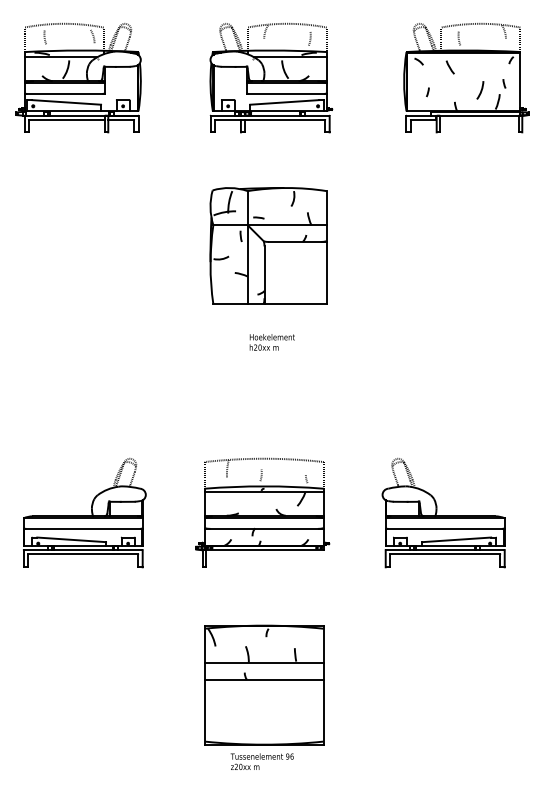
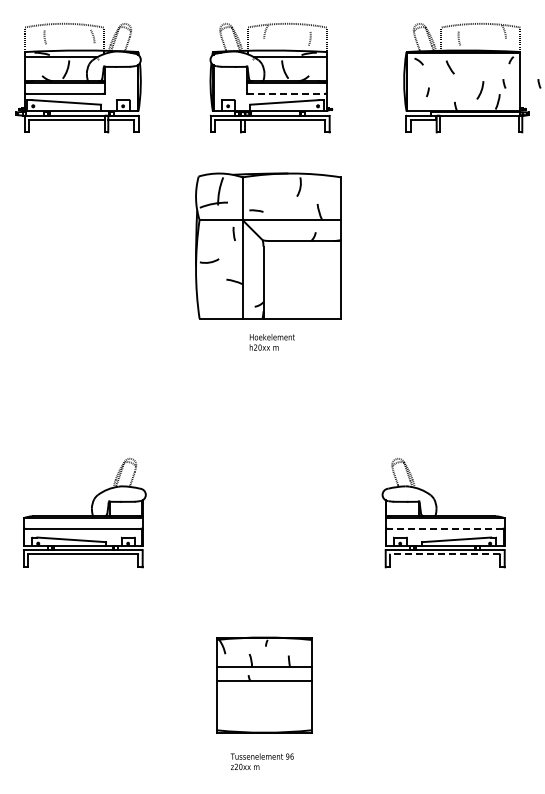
arc at (539, 83): none -> present
line at (287, 93): solid -> dashed
part at (268, 245) size: 119x118 px -> 147x148 px
part at (262, 512): present -> none
line at (445, 528): solid -> dashed
line at (445, 554): solid -> dashed
part at (264, 684) size: 121x122 px -> 97x98 px
